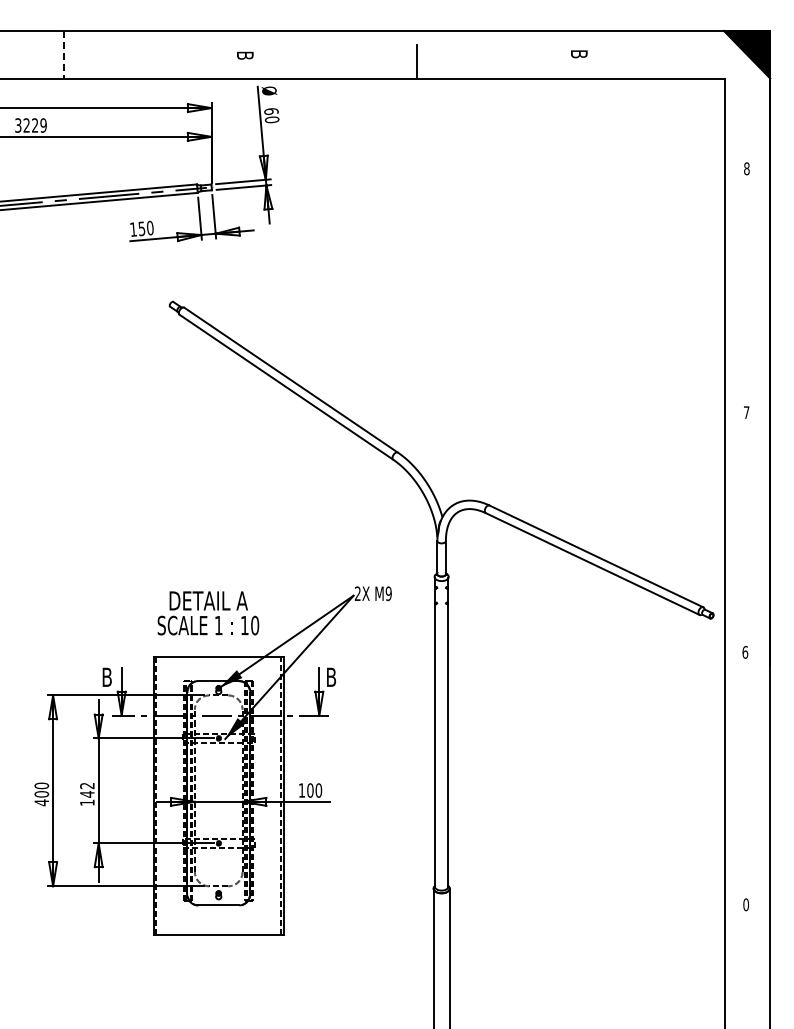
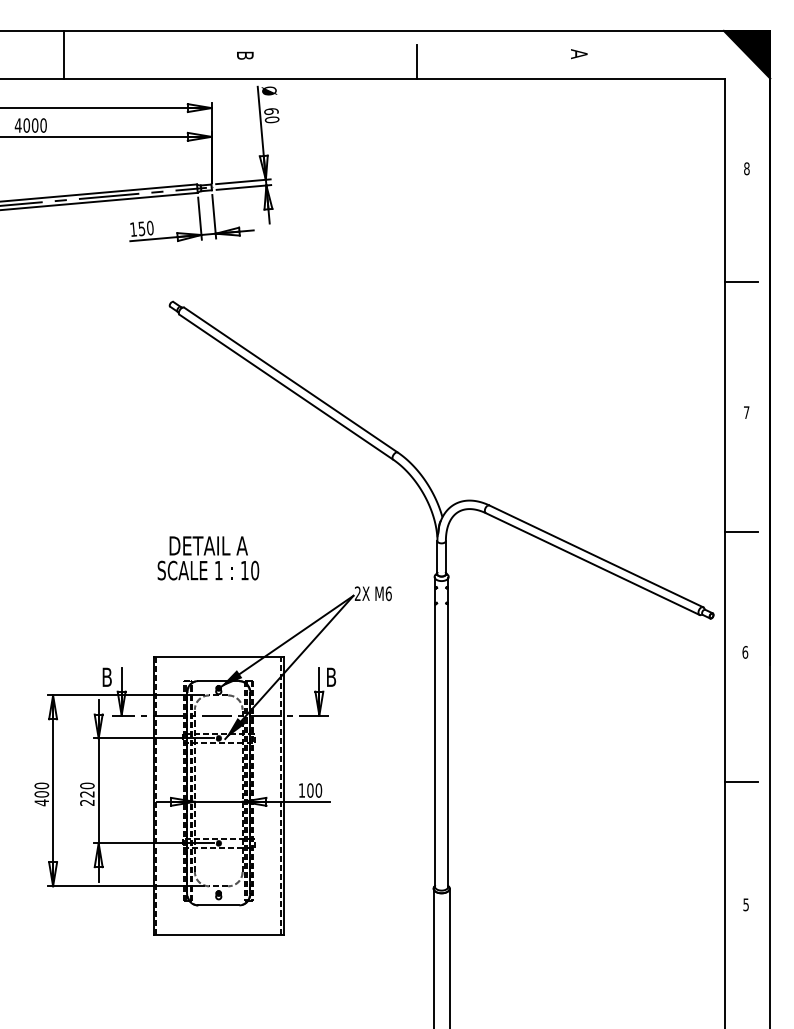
line at (64, 54): dashed -> solid
text at (579, 54): B -> A
text at (30, 125): 3229 -> 4000
line at (741, 282): none -> present
line at (741, 532): none -> present
text at (388, 593): M9 -> M6
text at (208, 613) position: (208, 613) -> (208, 558)
line at (741, 782): none -> present
text at (87, 793): 142 -> 220
text at (746, 904): 0 -> 5
